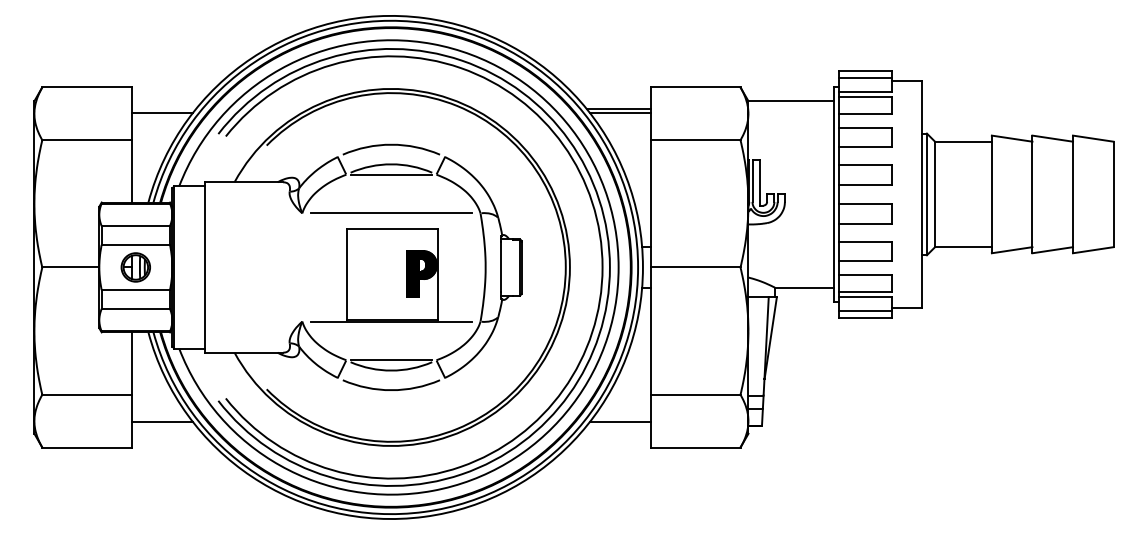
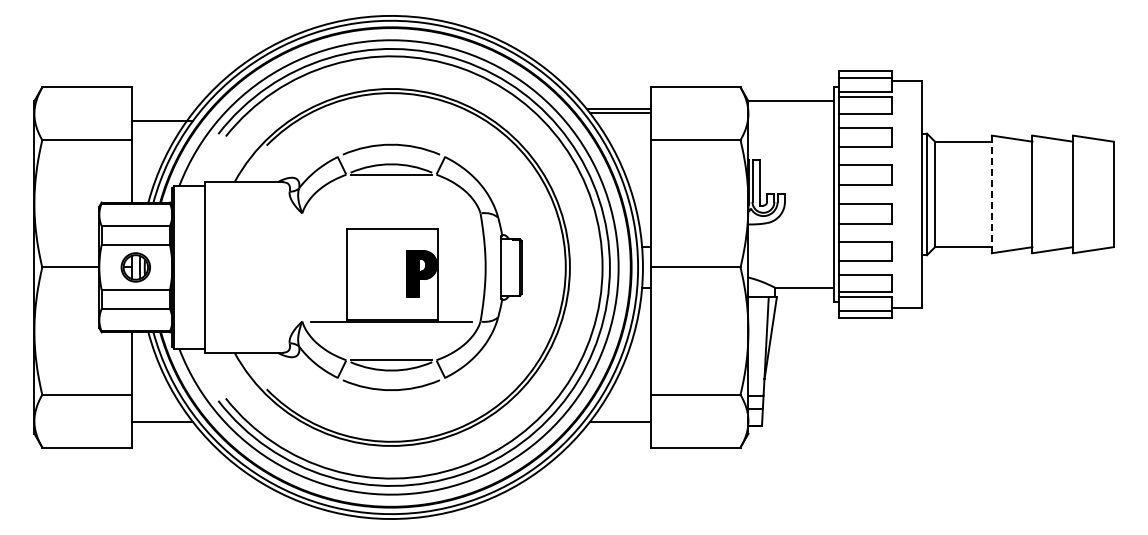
line at (161, 113) position: (161, 113) -> (161, 121)
line at (991, 194): solid -> dashed
line at (391, 213): present -> none
